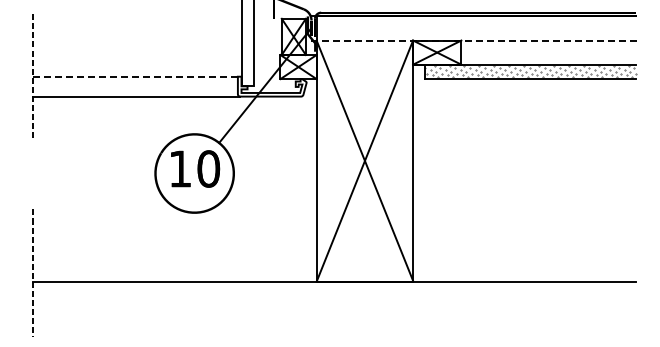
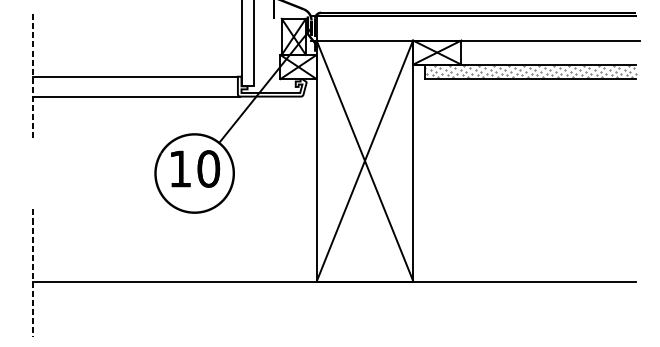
line at (475, 40): dashed -> solid
line at (135, 76): dashed -> solid
